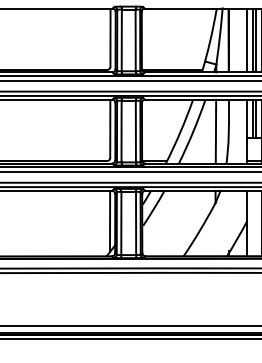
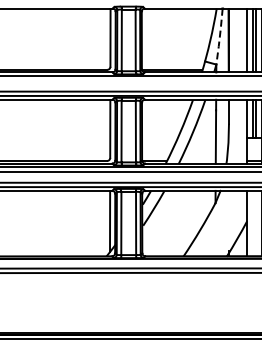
line at (219, 36): solid -> dashed
line at (130, 80): present -> none
line at (130, 325): present -> none
